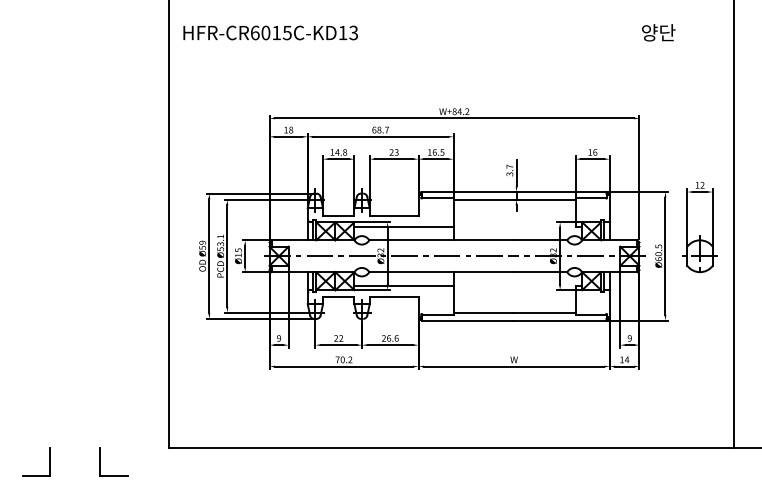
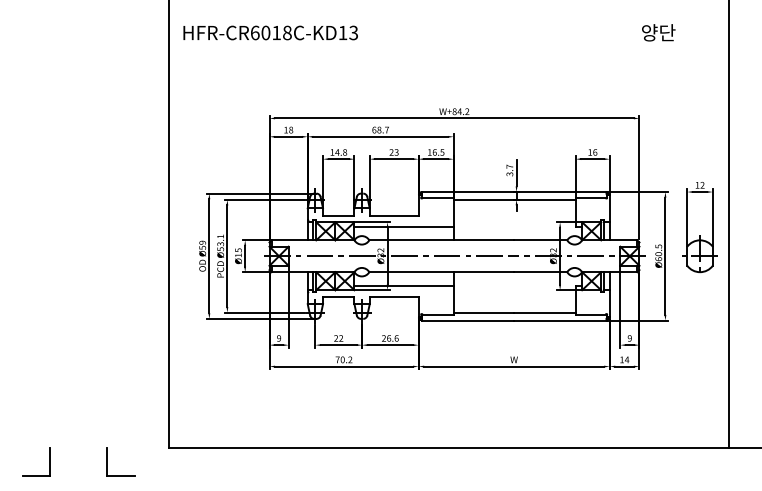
text at (286, 32): HFR-CR6015C-KD13 -> HFR-CR6018C-KD13
line at (733, 225) position: (733, 225) -> (728, 225)
part at (100, 461) position: (100, 461) -> (107, 461)
